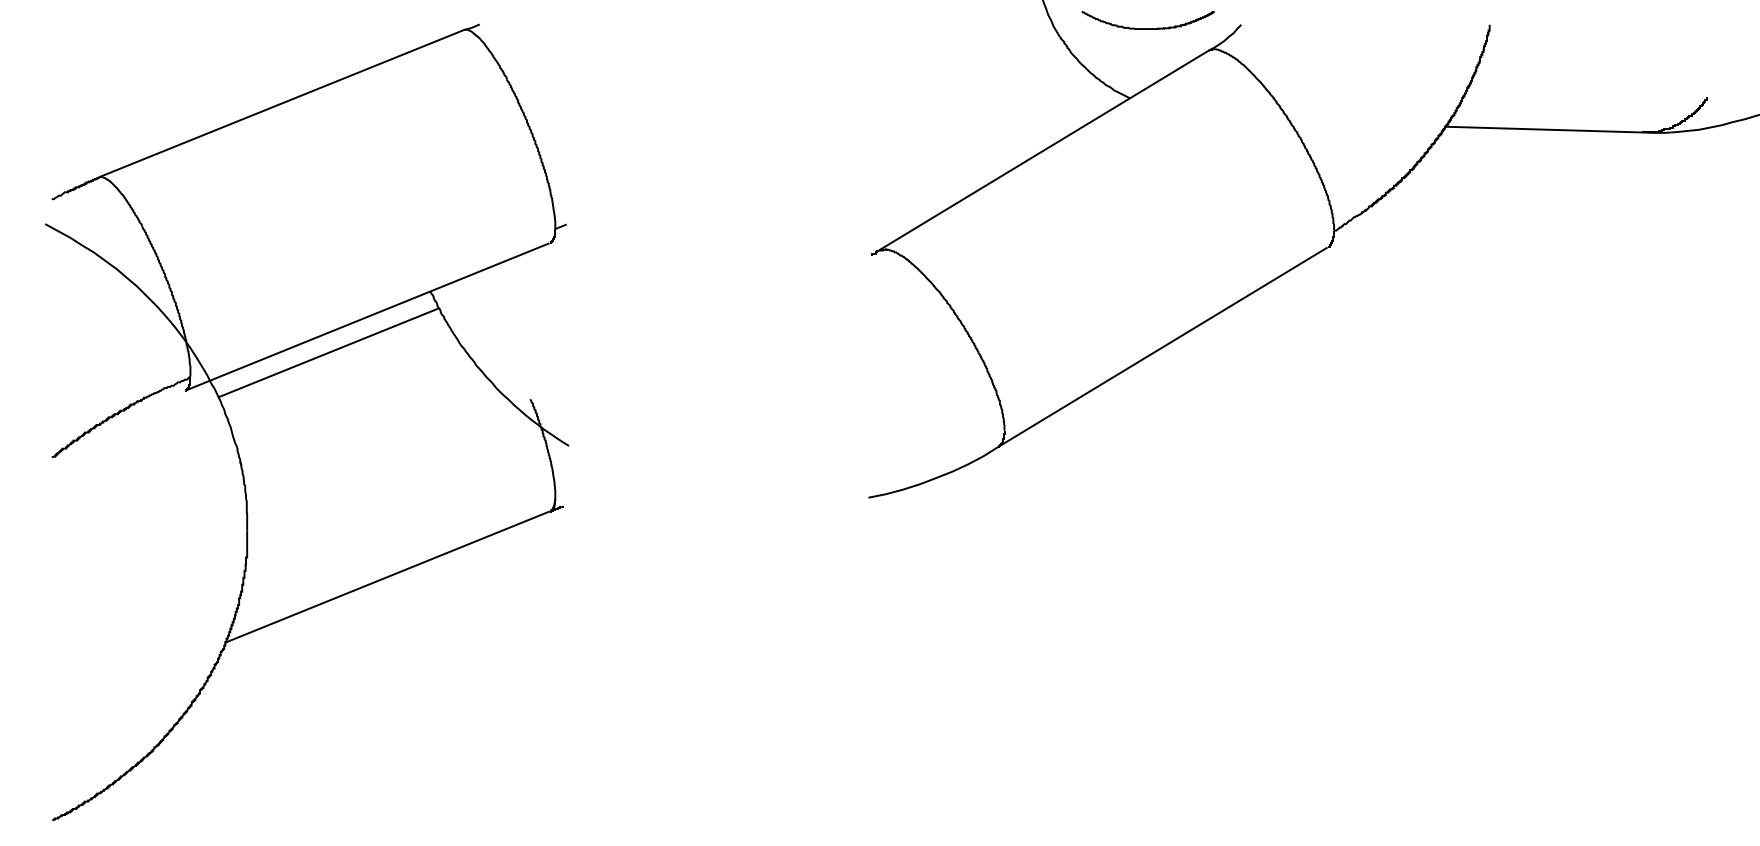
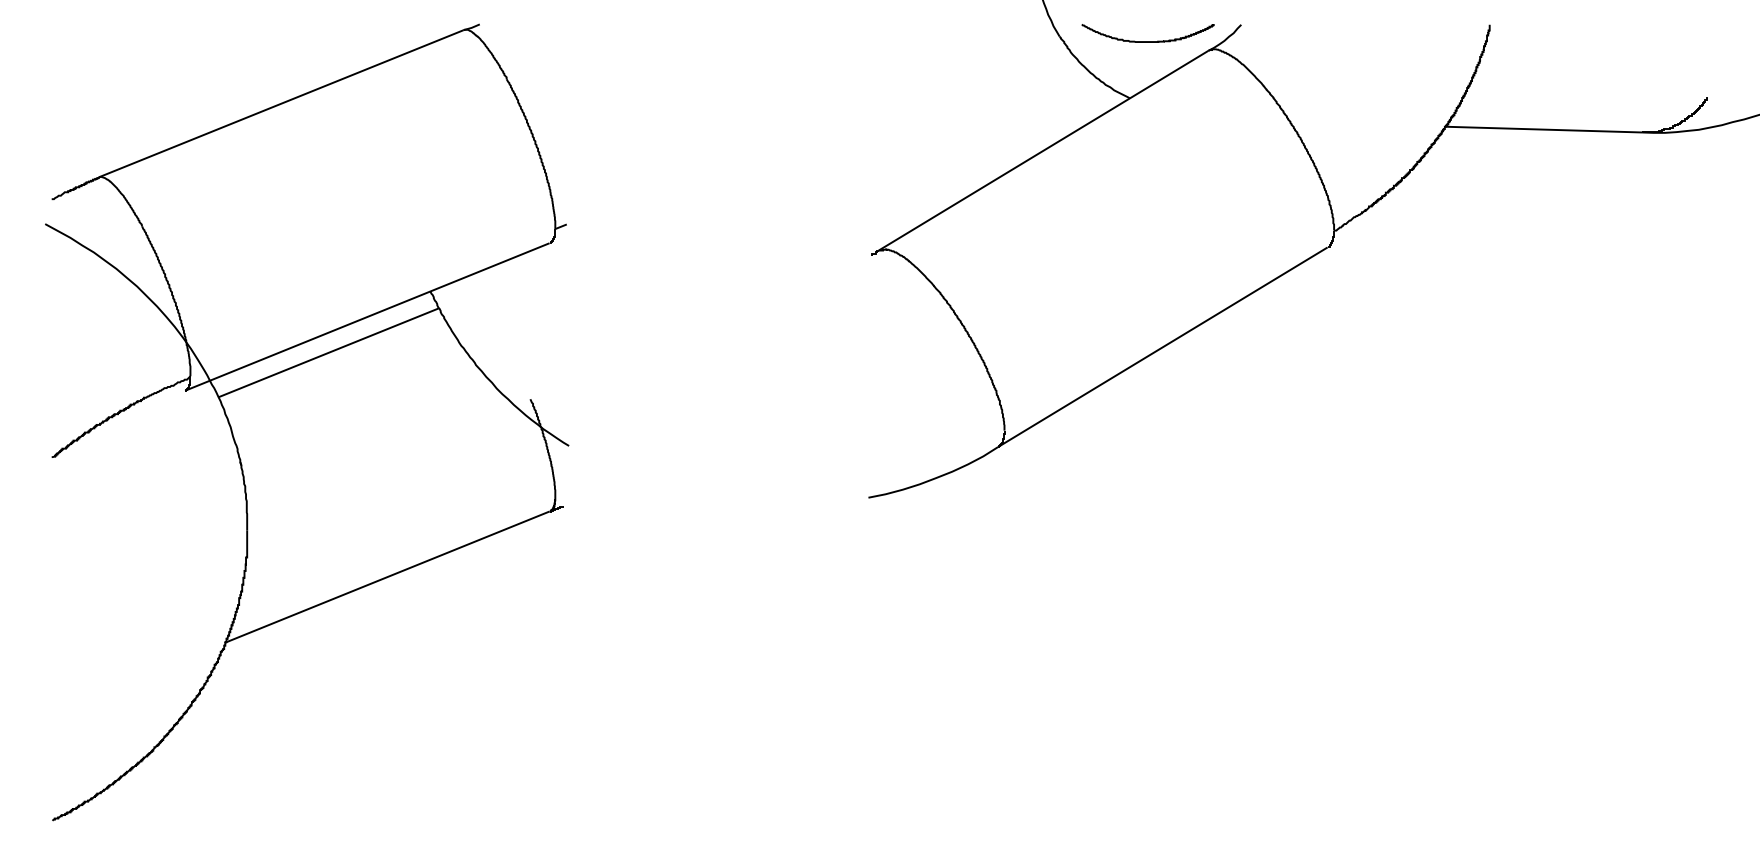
curve at (1147, 28) position: (1147, 28) -> (1147, 41)
